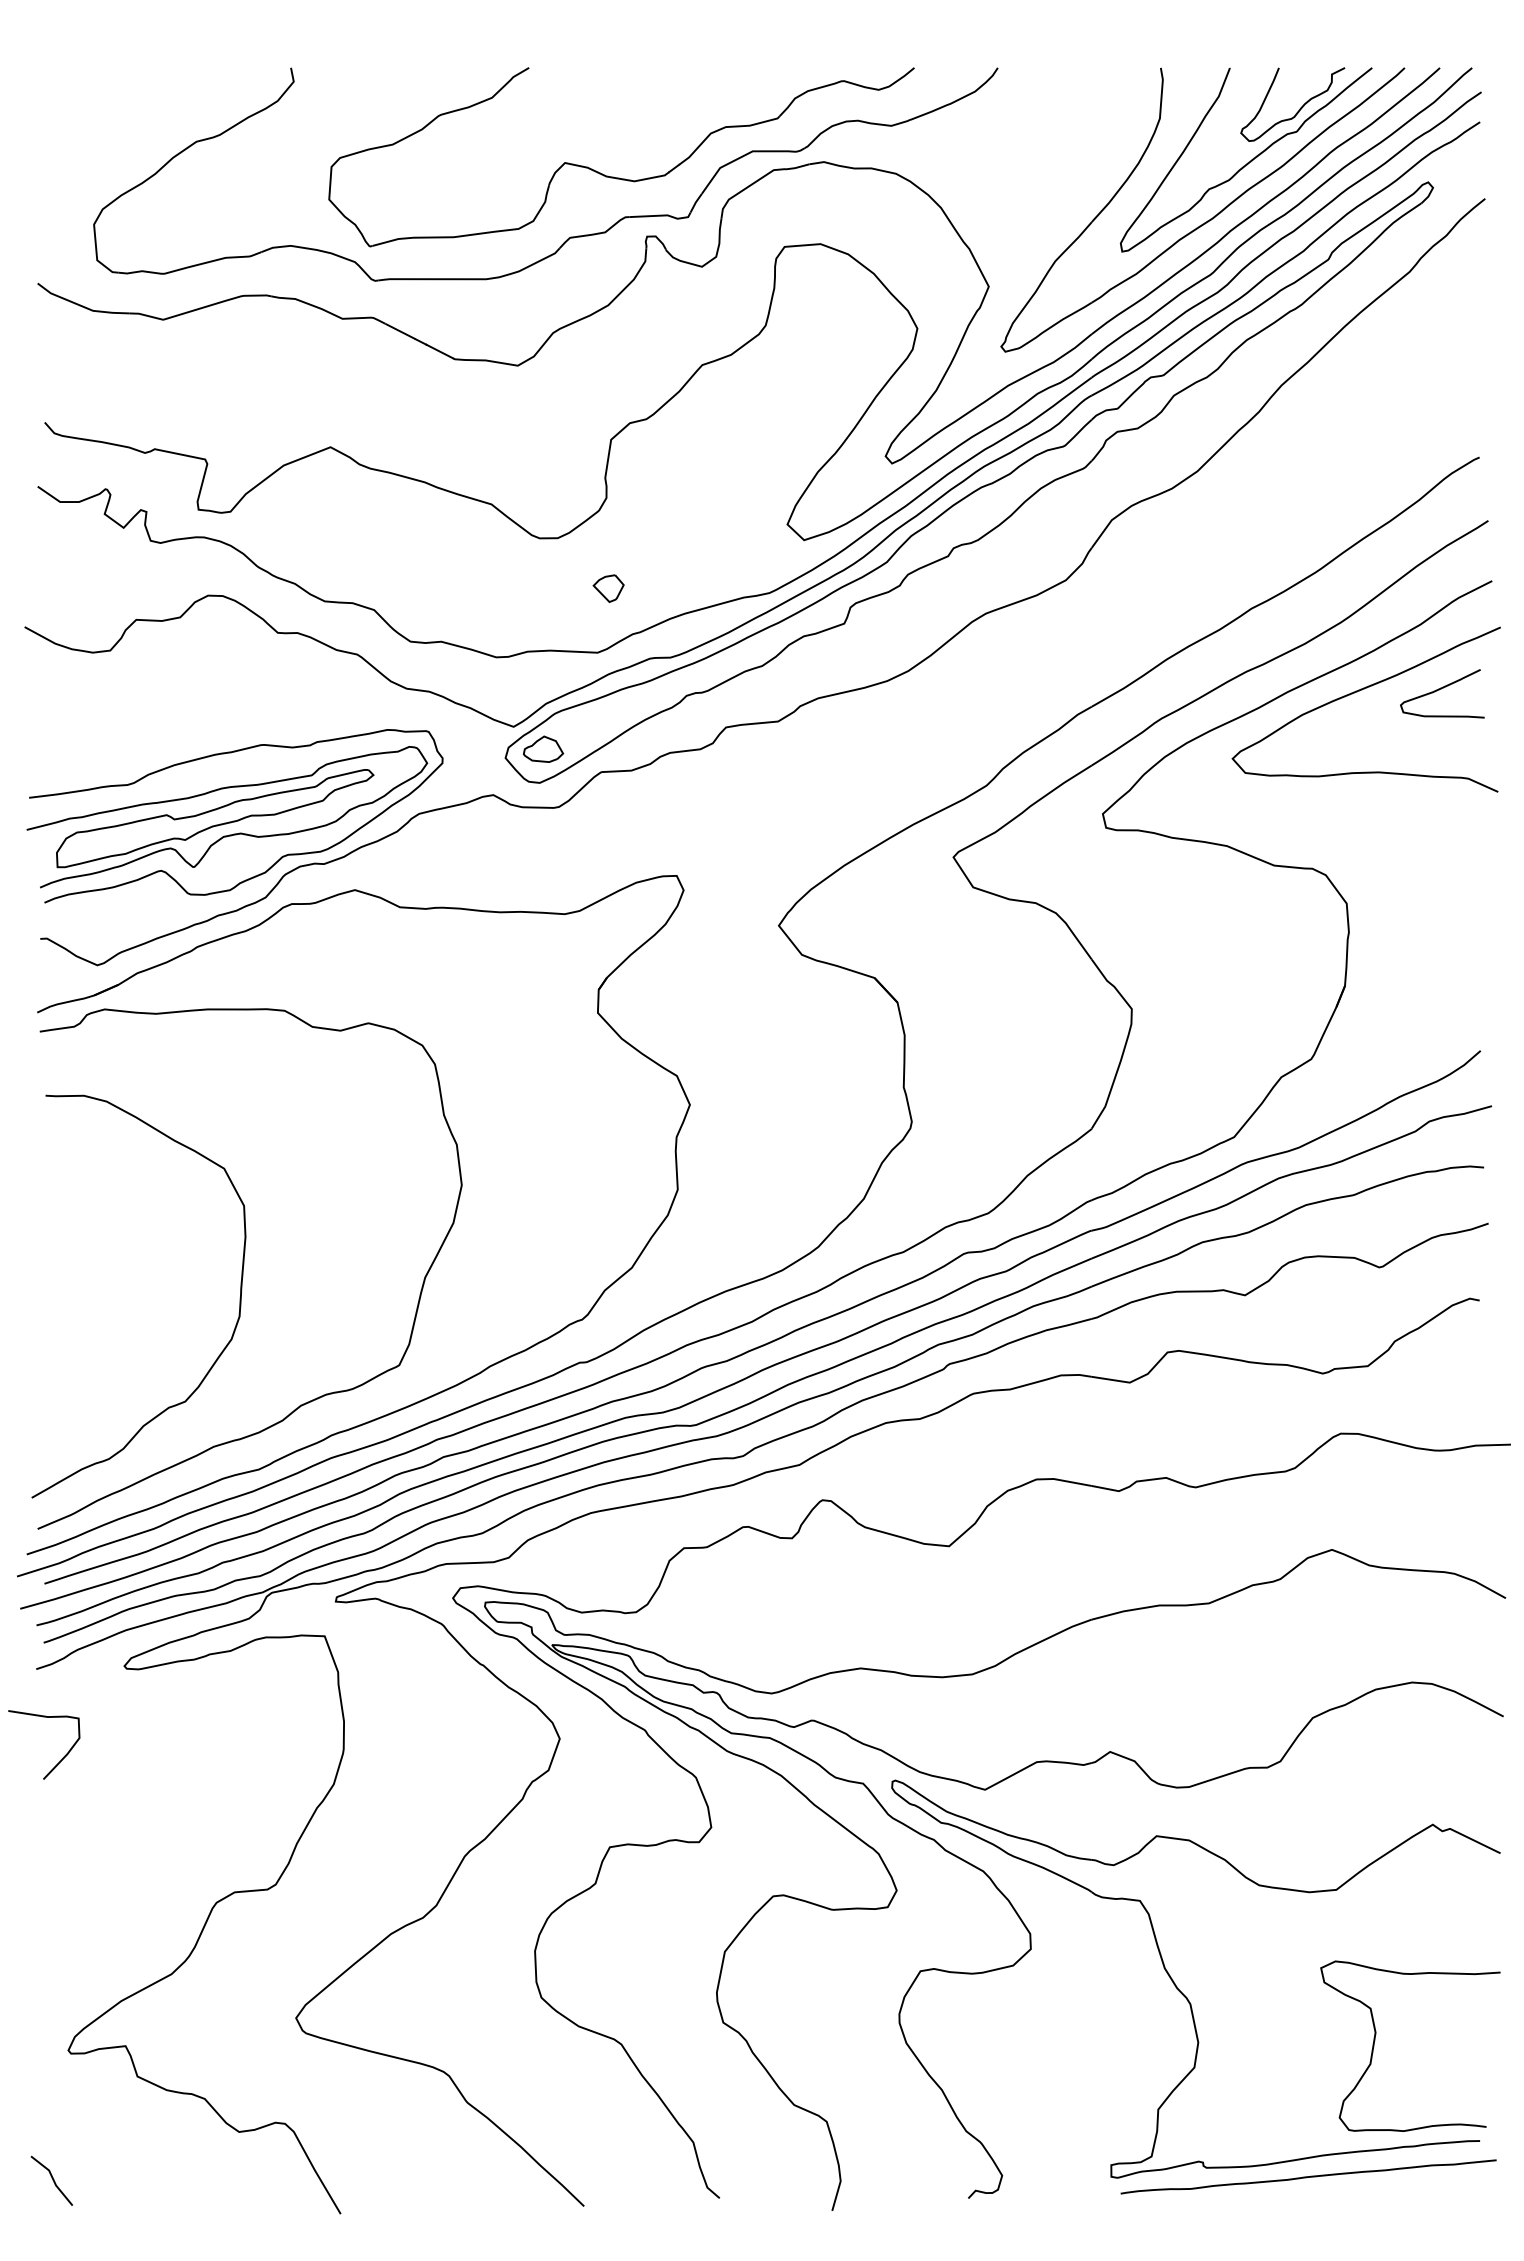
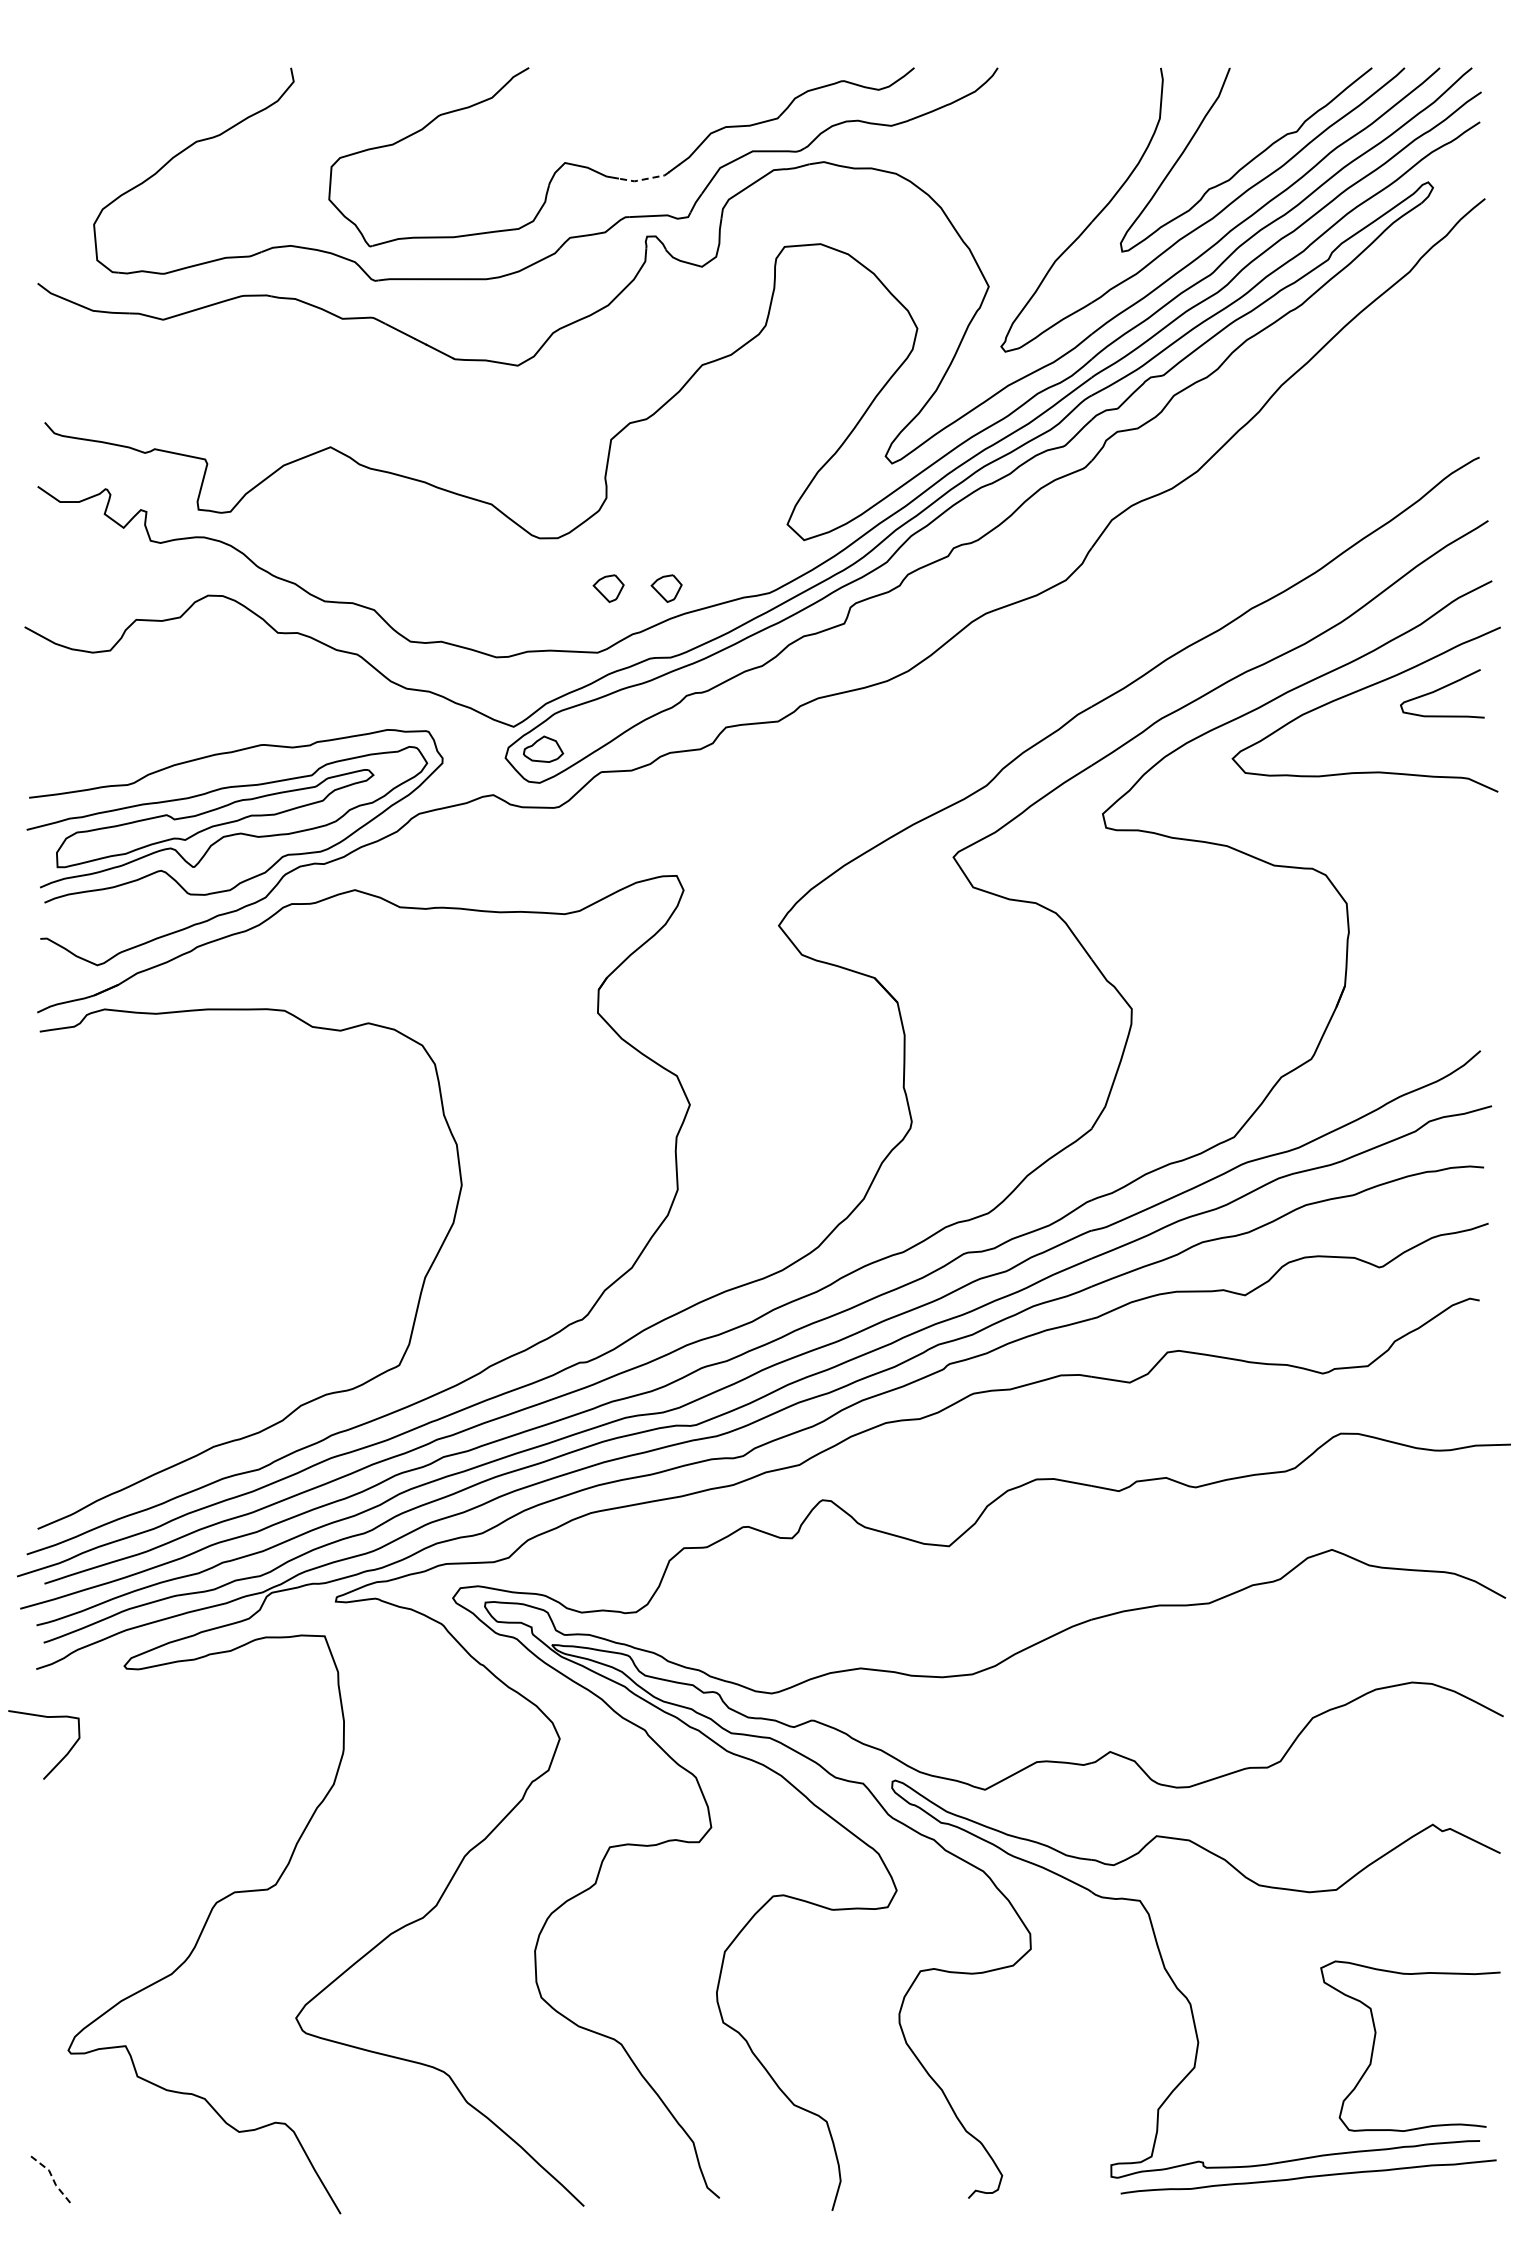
curve at (1299, 108): present -> none
line at (644, 179): solid -> dashed
part at (666, 588): none -> present
curve at (218, 1355): present -> none
line at (53, 2180): solid -> dashed
